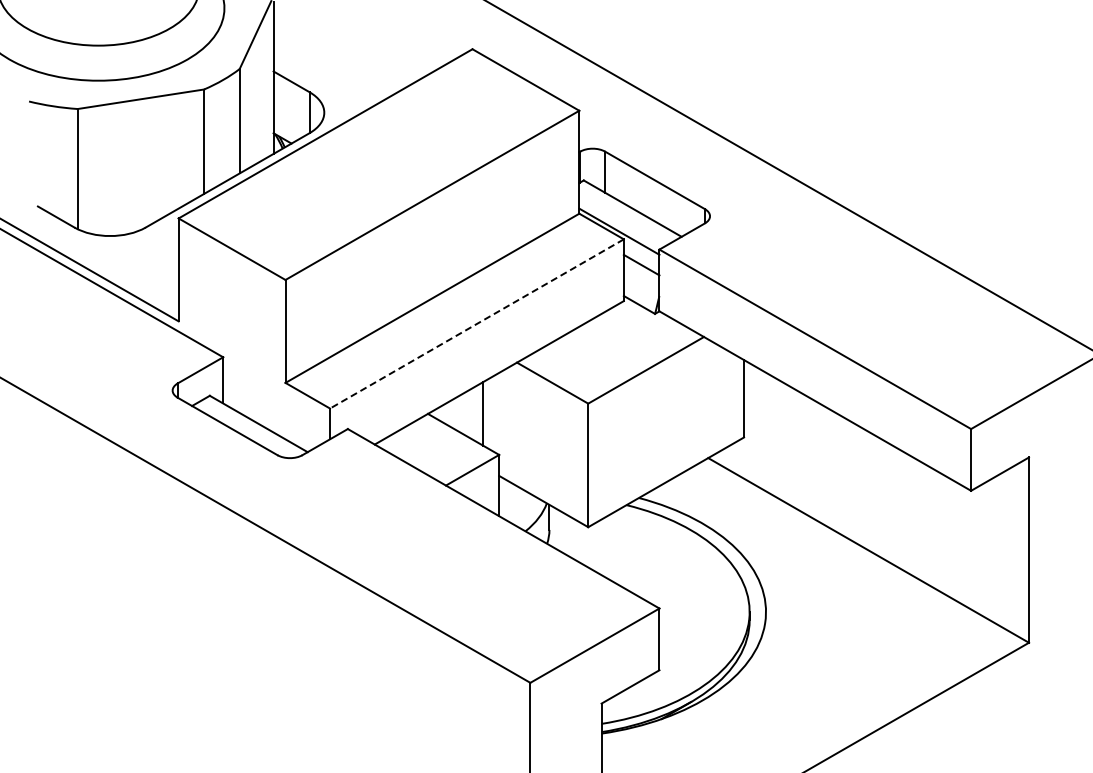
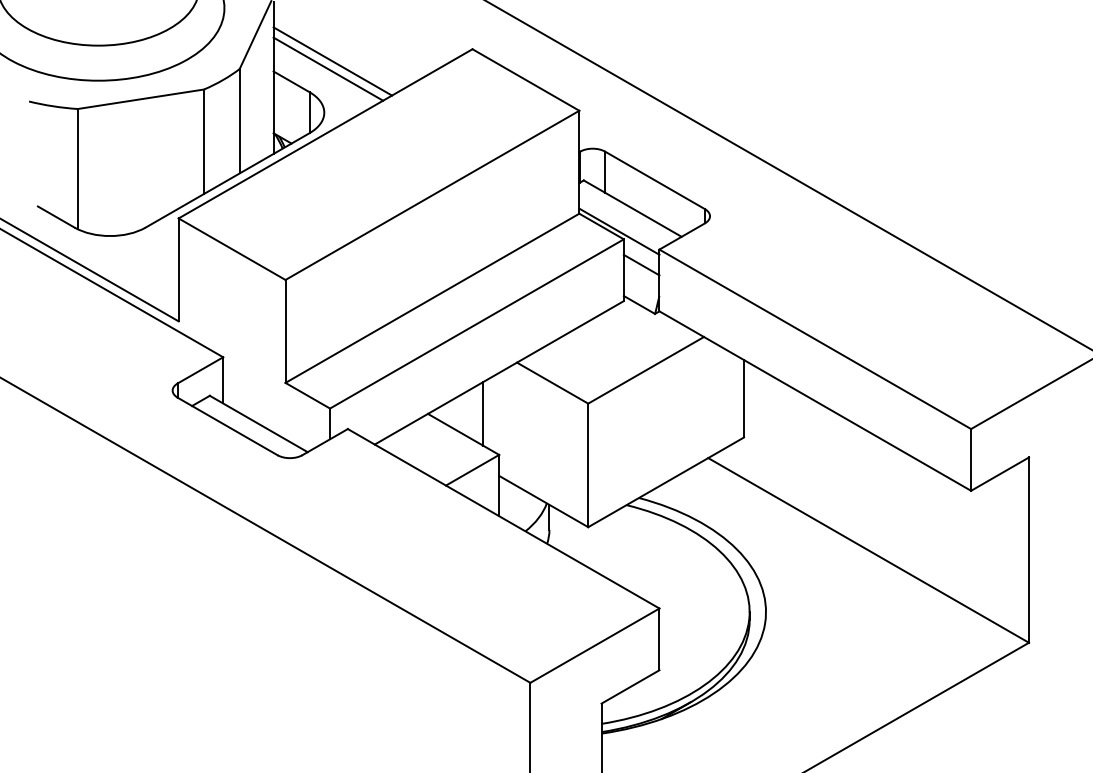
line at (332, 61): none -> present
line at (328, 68): none -> present
line at (476, 323): dashed -> solid
